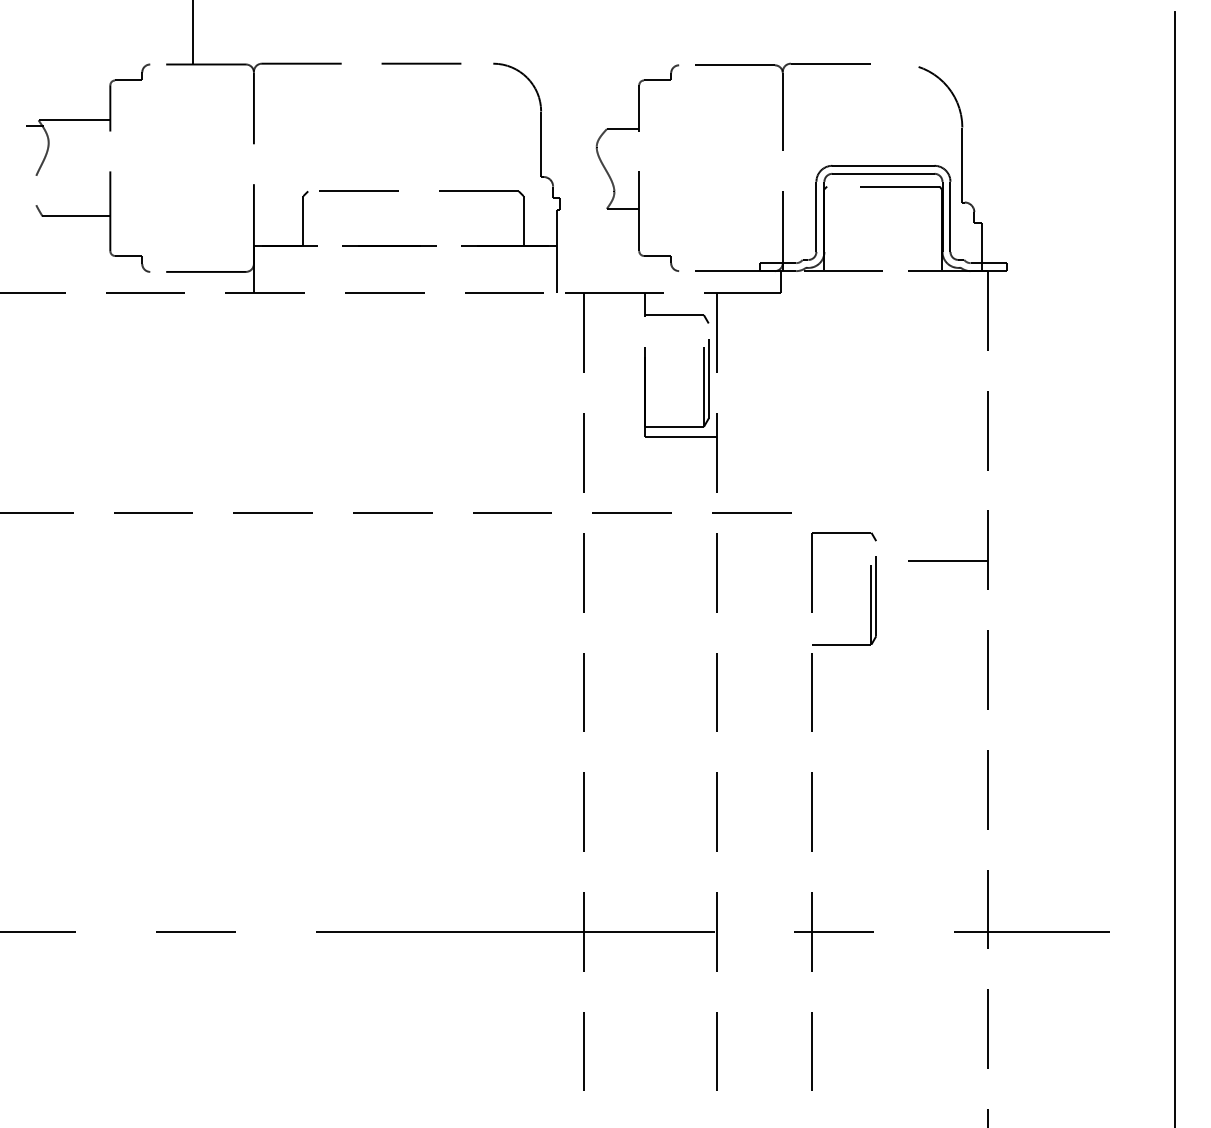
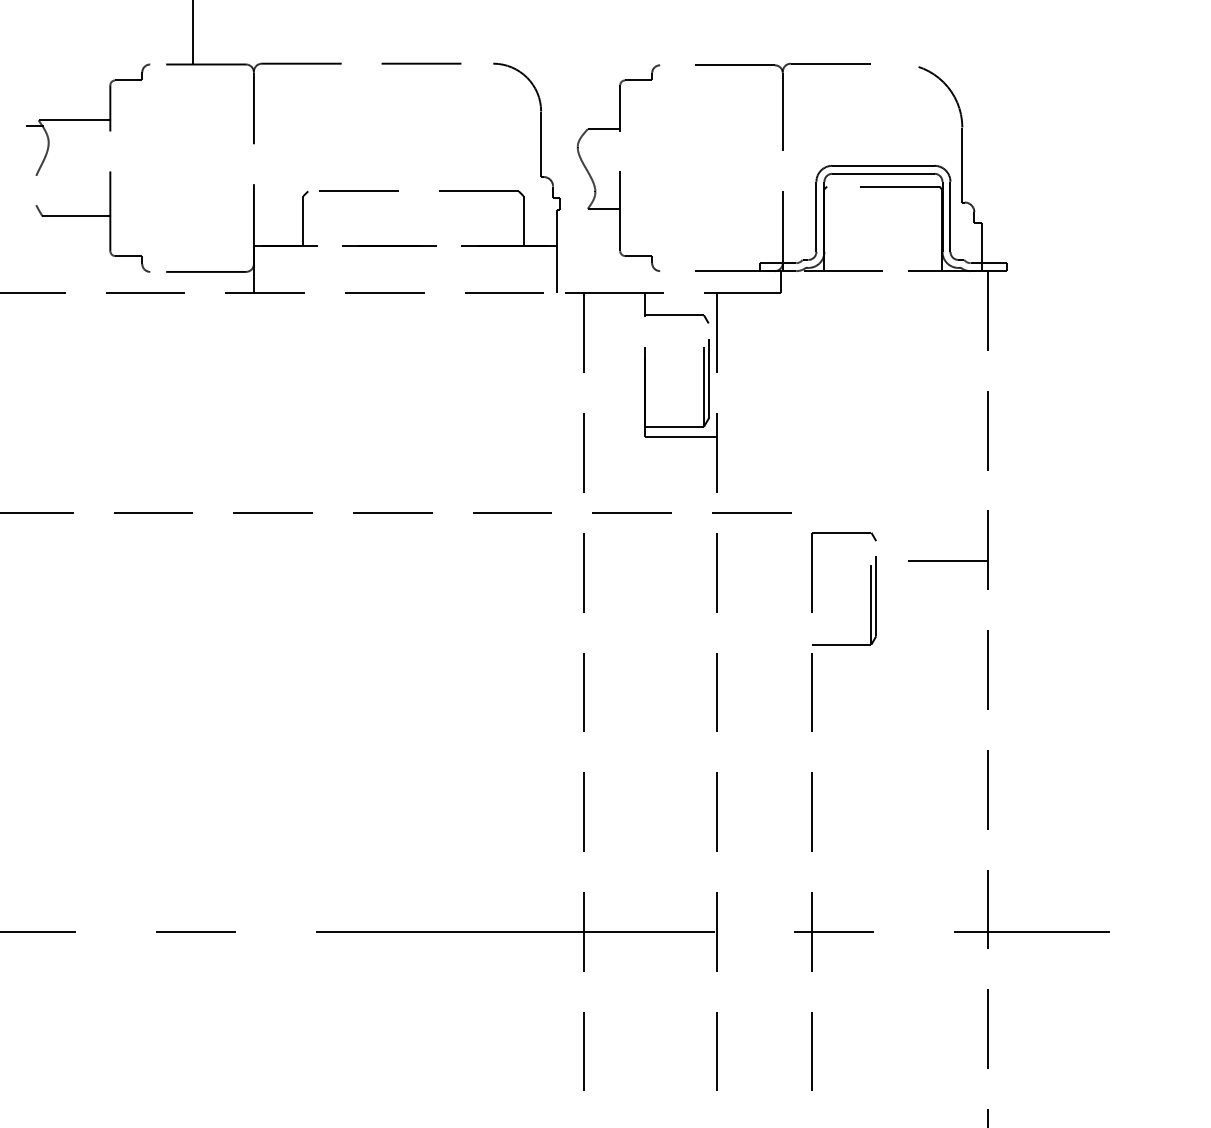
part at (637, 167) position: (637, 167) -> (618, 167)
line at (1174, 567): present -> none
